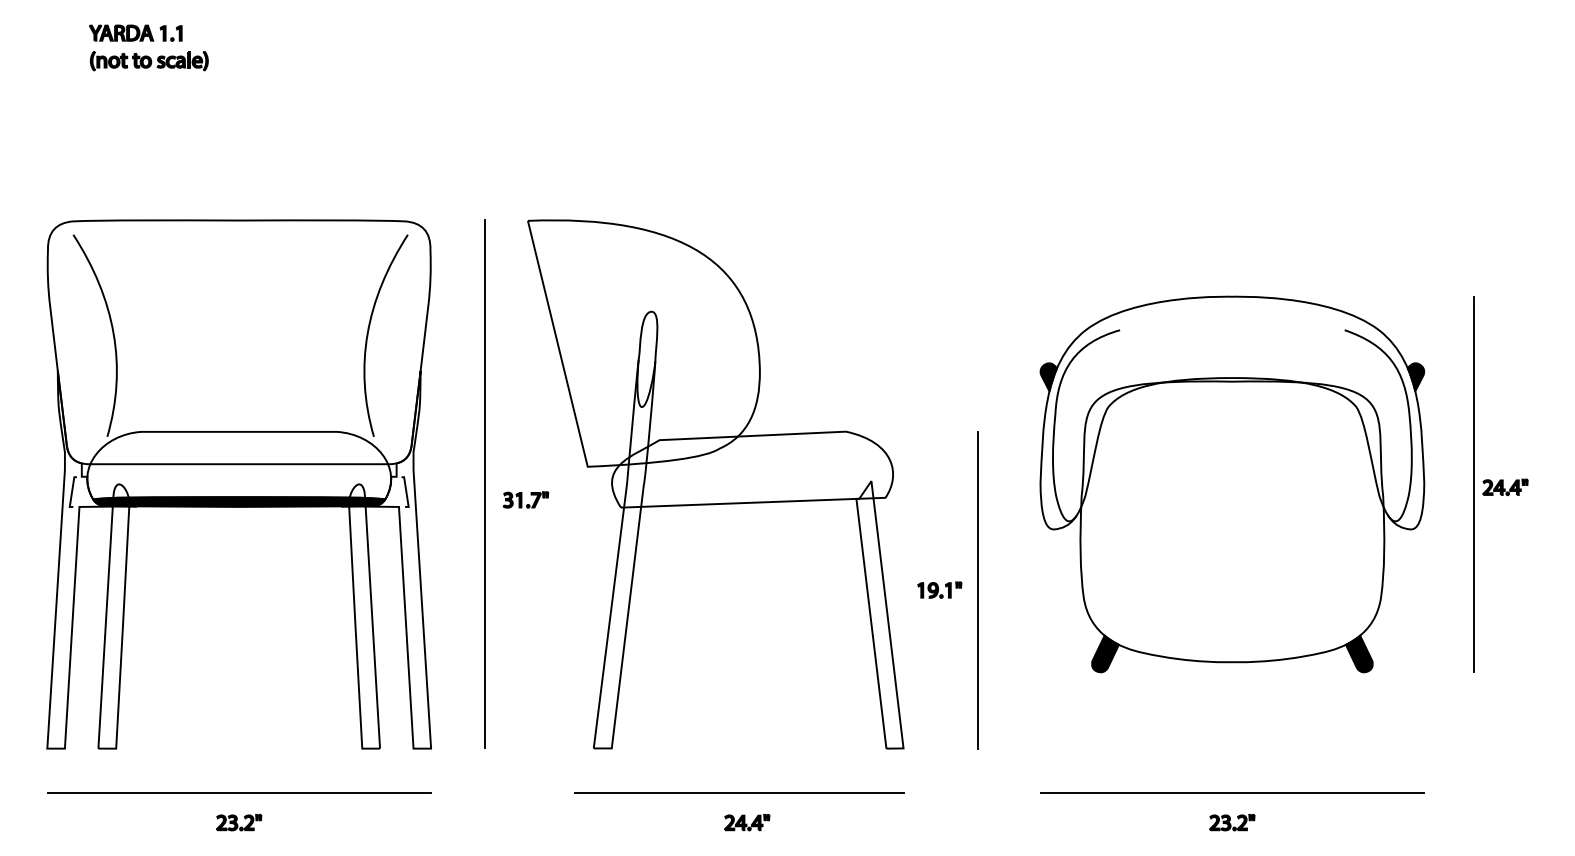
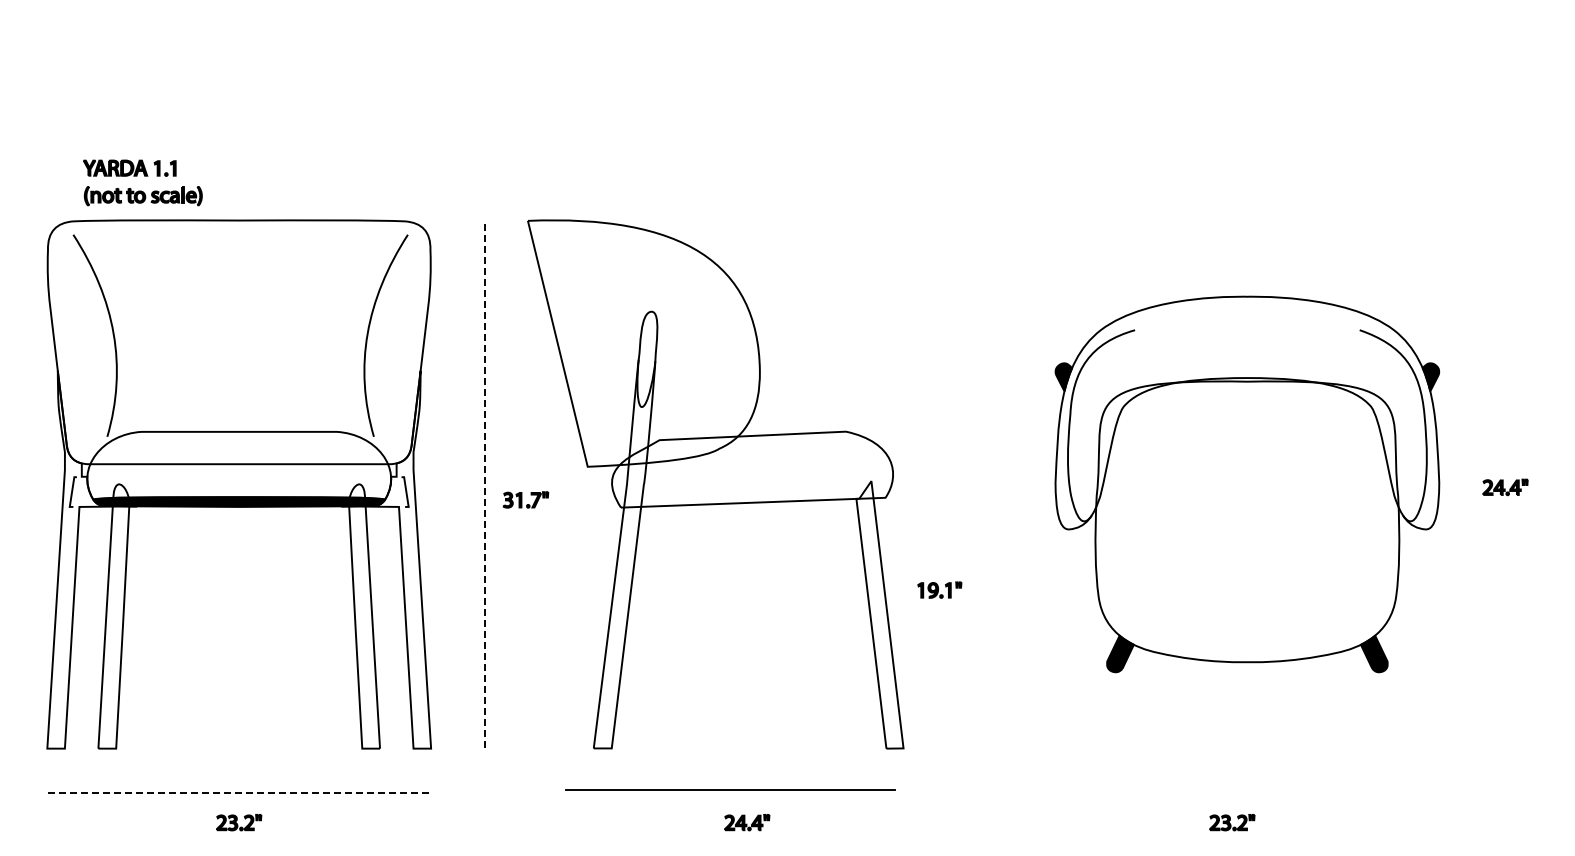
part at (150, 41) position: (150, 41) -> (144, 176)
line at (484, 483): solid -> dashed
part at (1232, 484) position: (1232, 484) -> (1247, 484)
line at (1474, 484): present -> none
line at (977, 589): present -> none
line at (739, 792) position: (739, 792) -> (730, 789)
line at (239, 793): solid -> dashed
line at (1232, 793): present -> none
